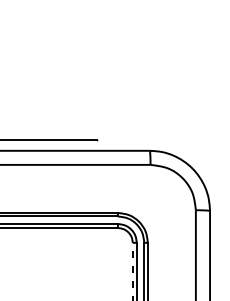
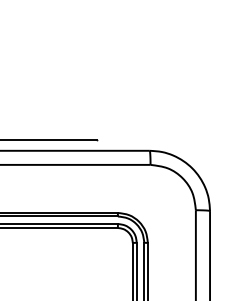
line at (132, 271): dashed -> solid
